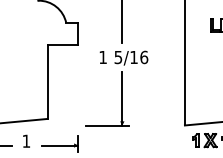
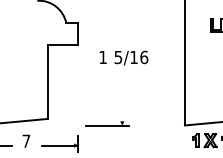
line at (122, 22): present -> none
line at (122, 98): present -> none
text at (26, 140): 1 -> 7
